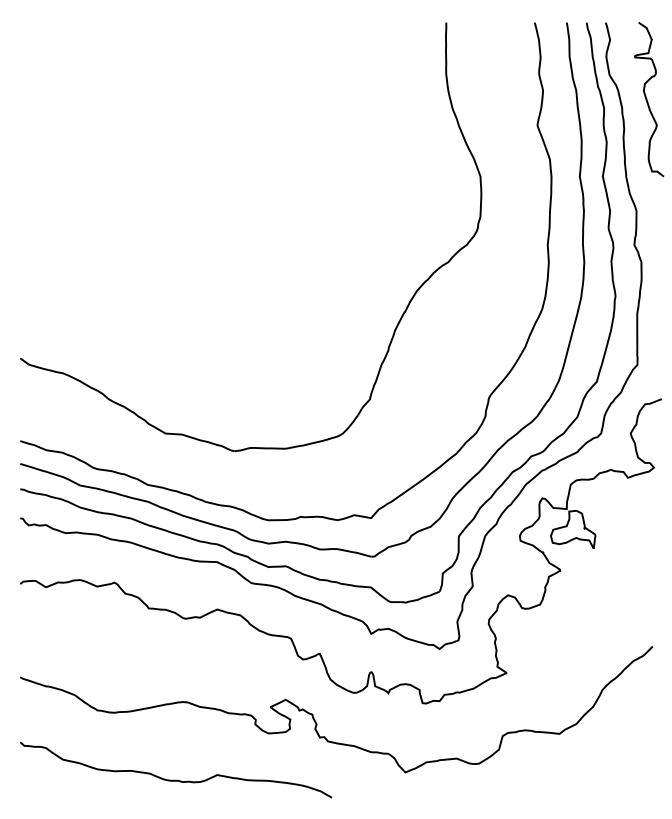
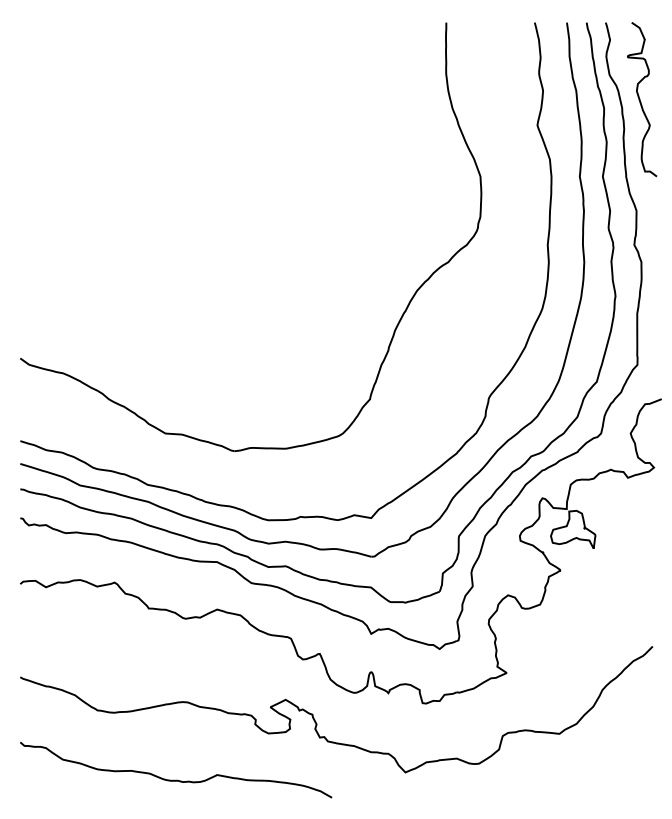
curve at (647, 99) position: (647, 99) -> (640, 99)
